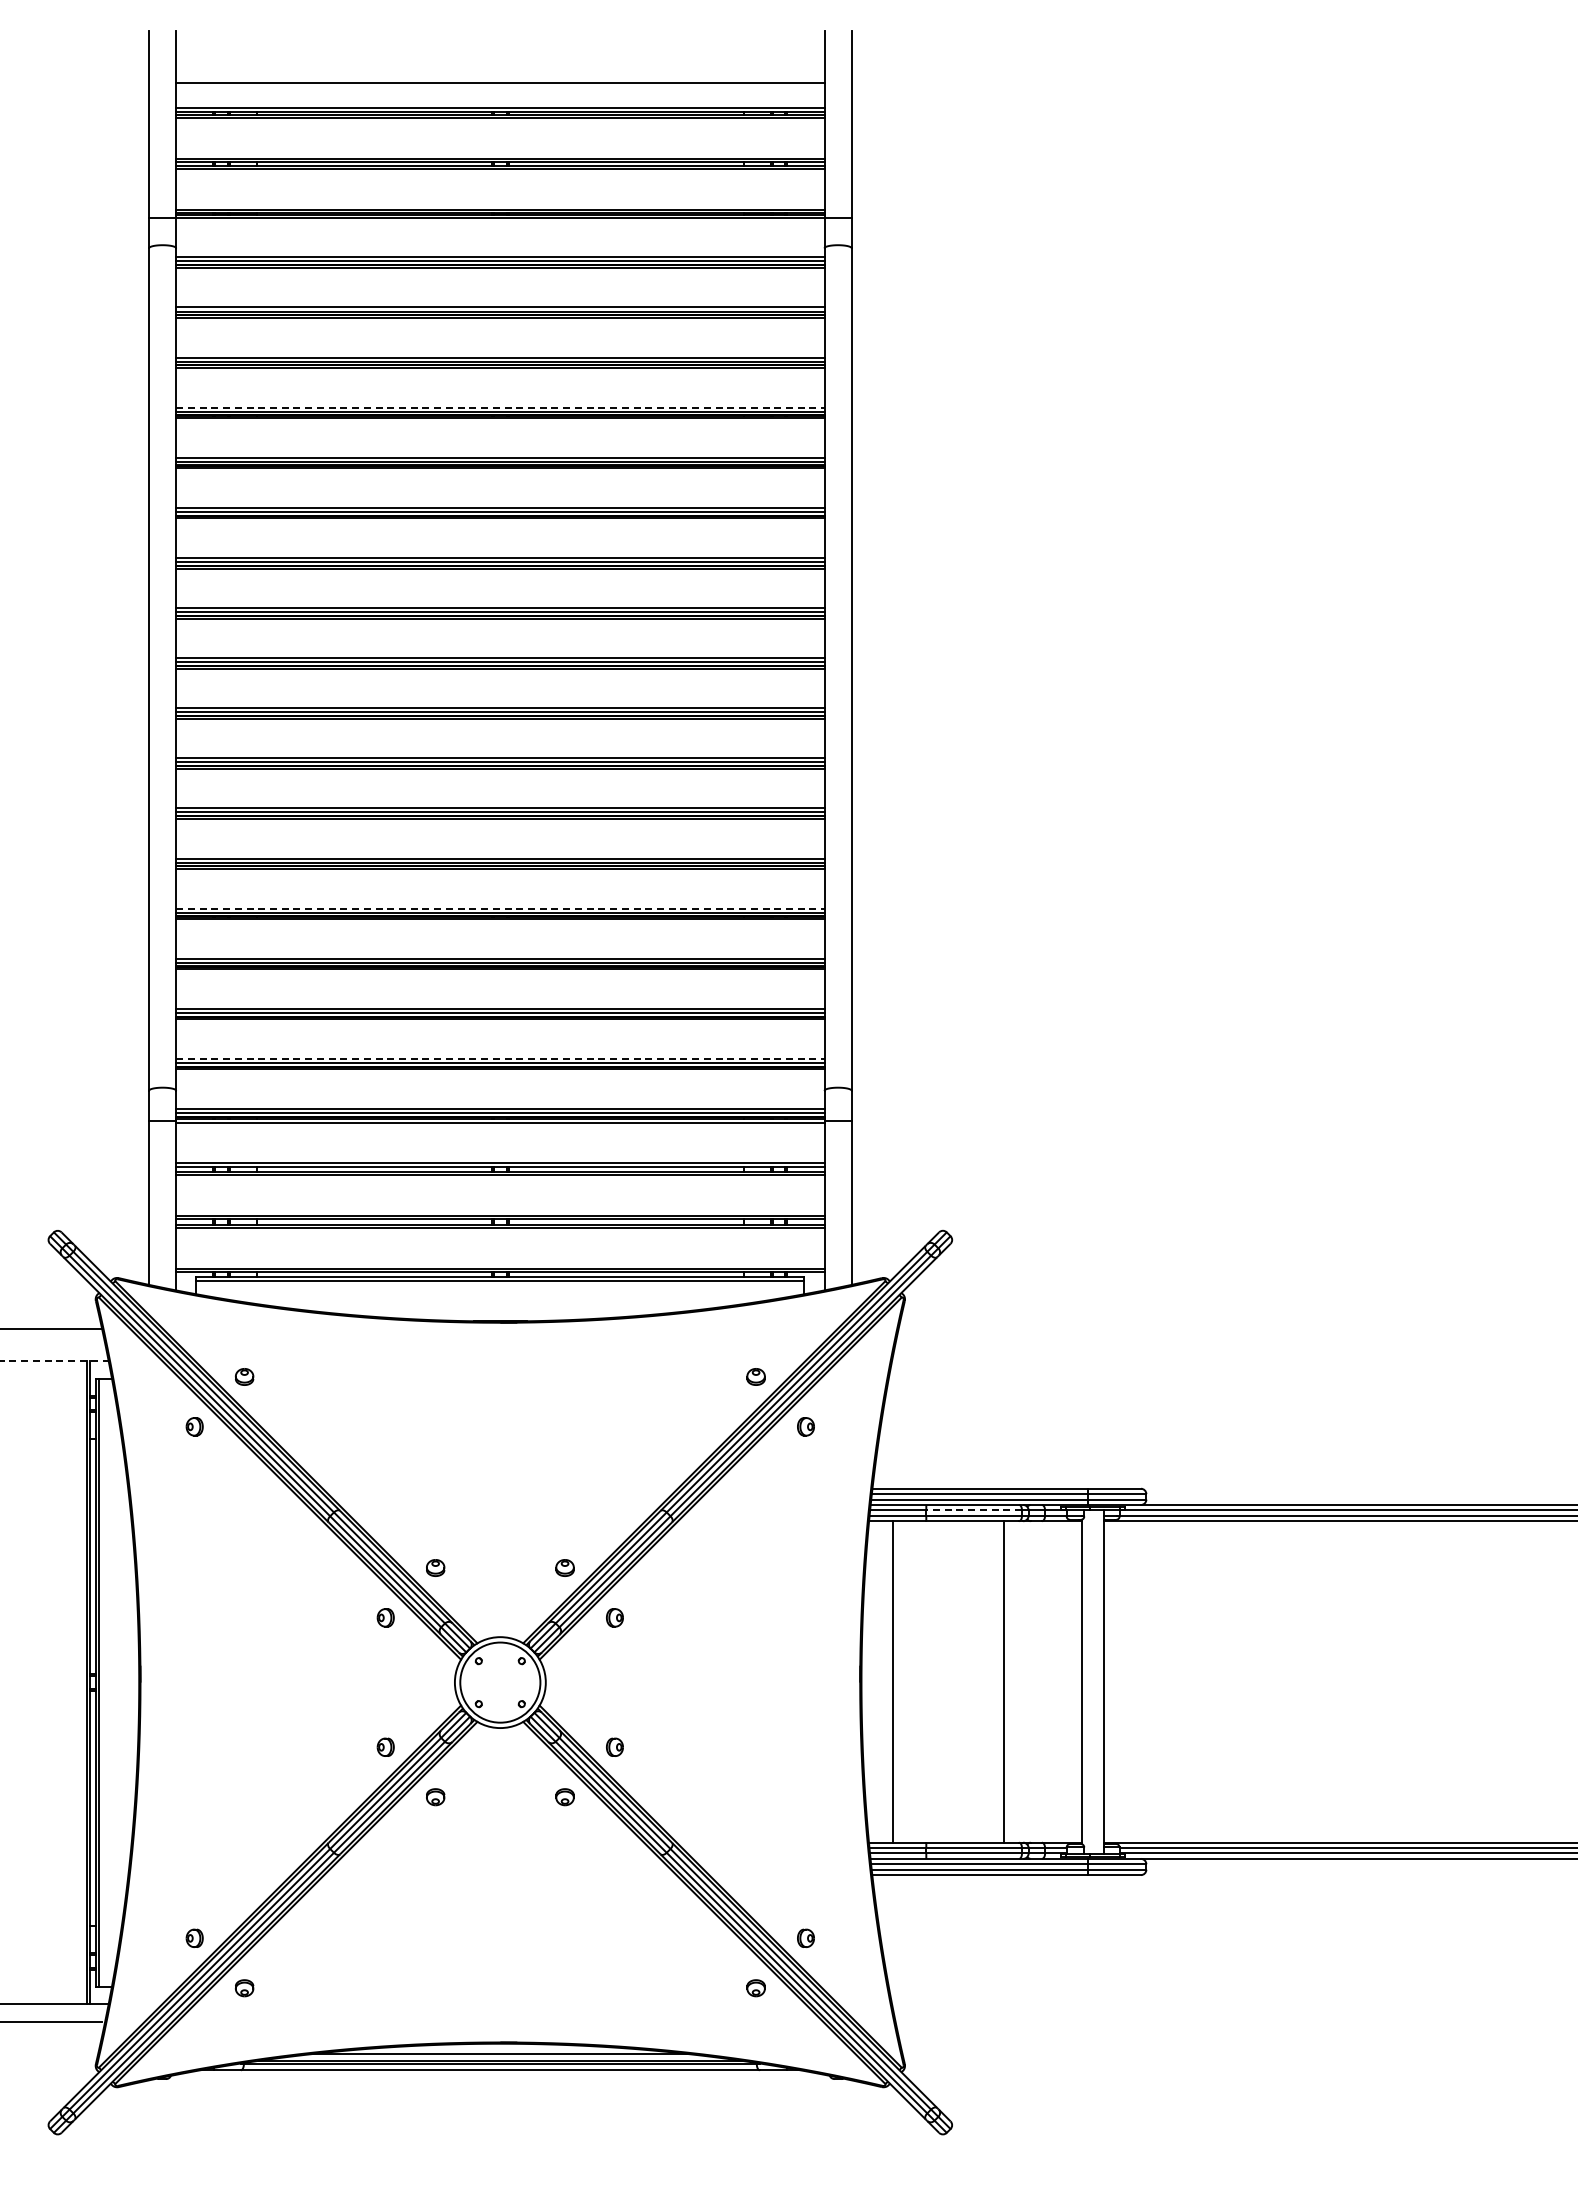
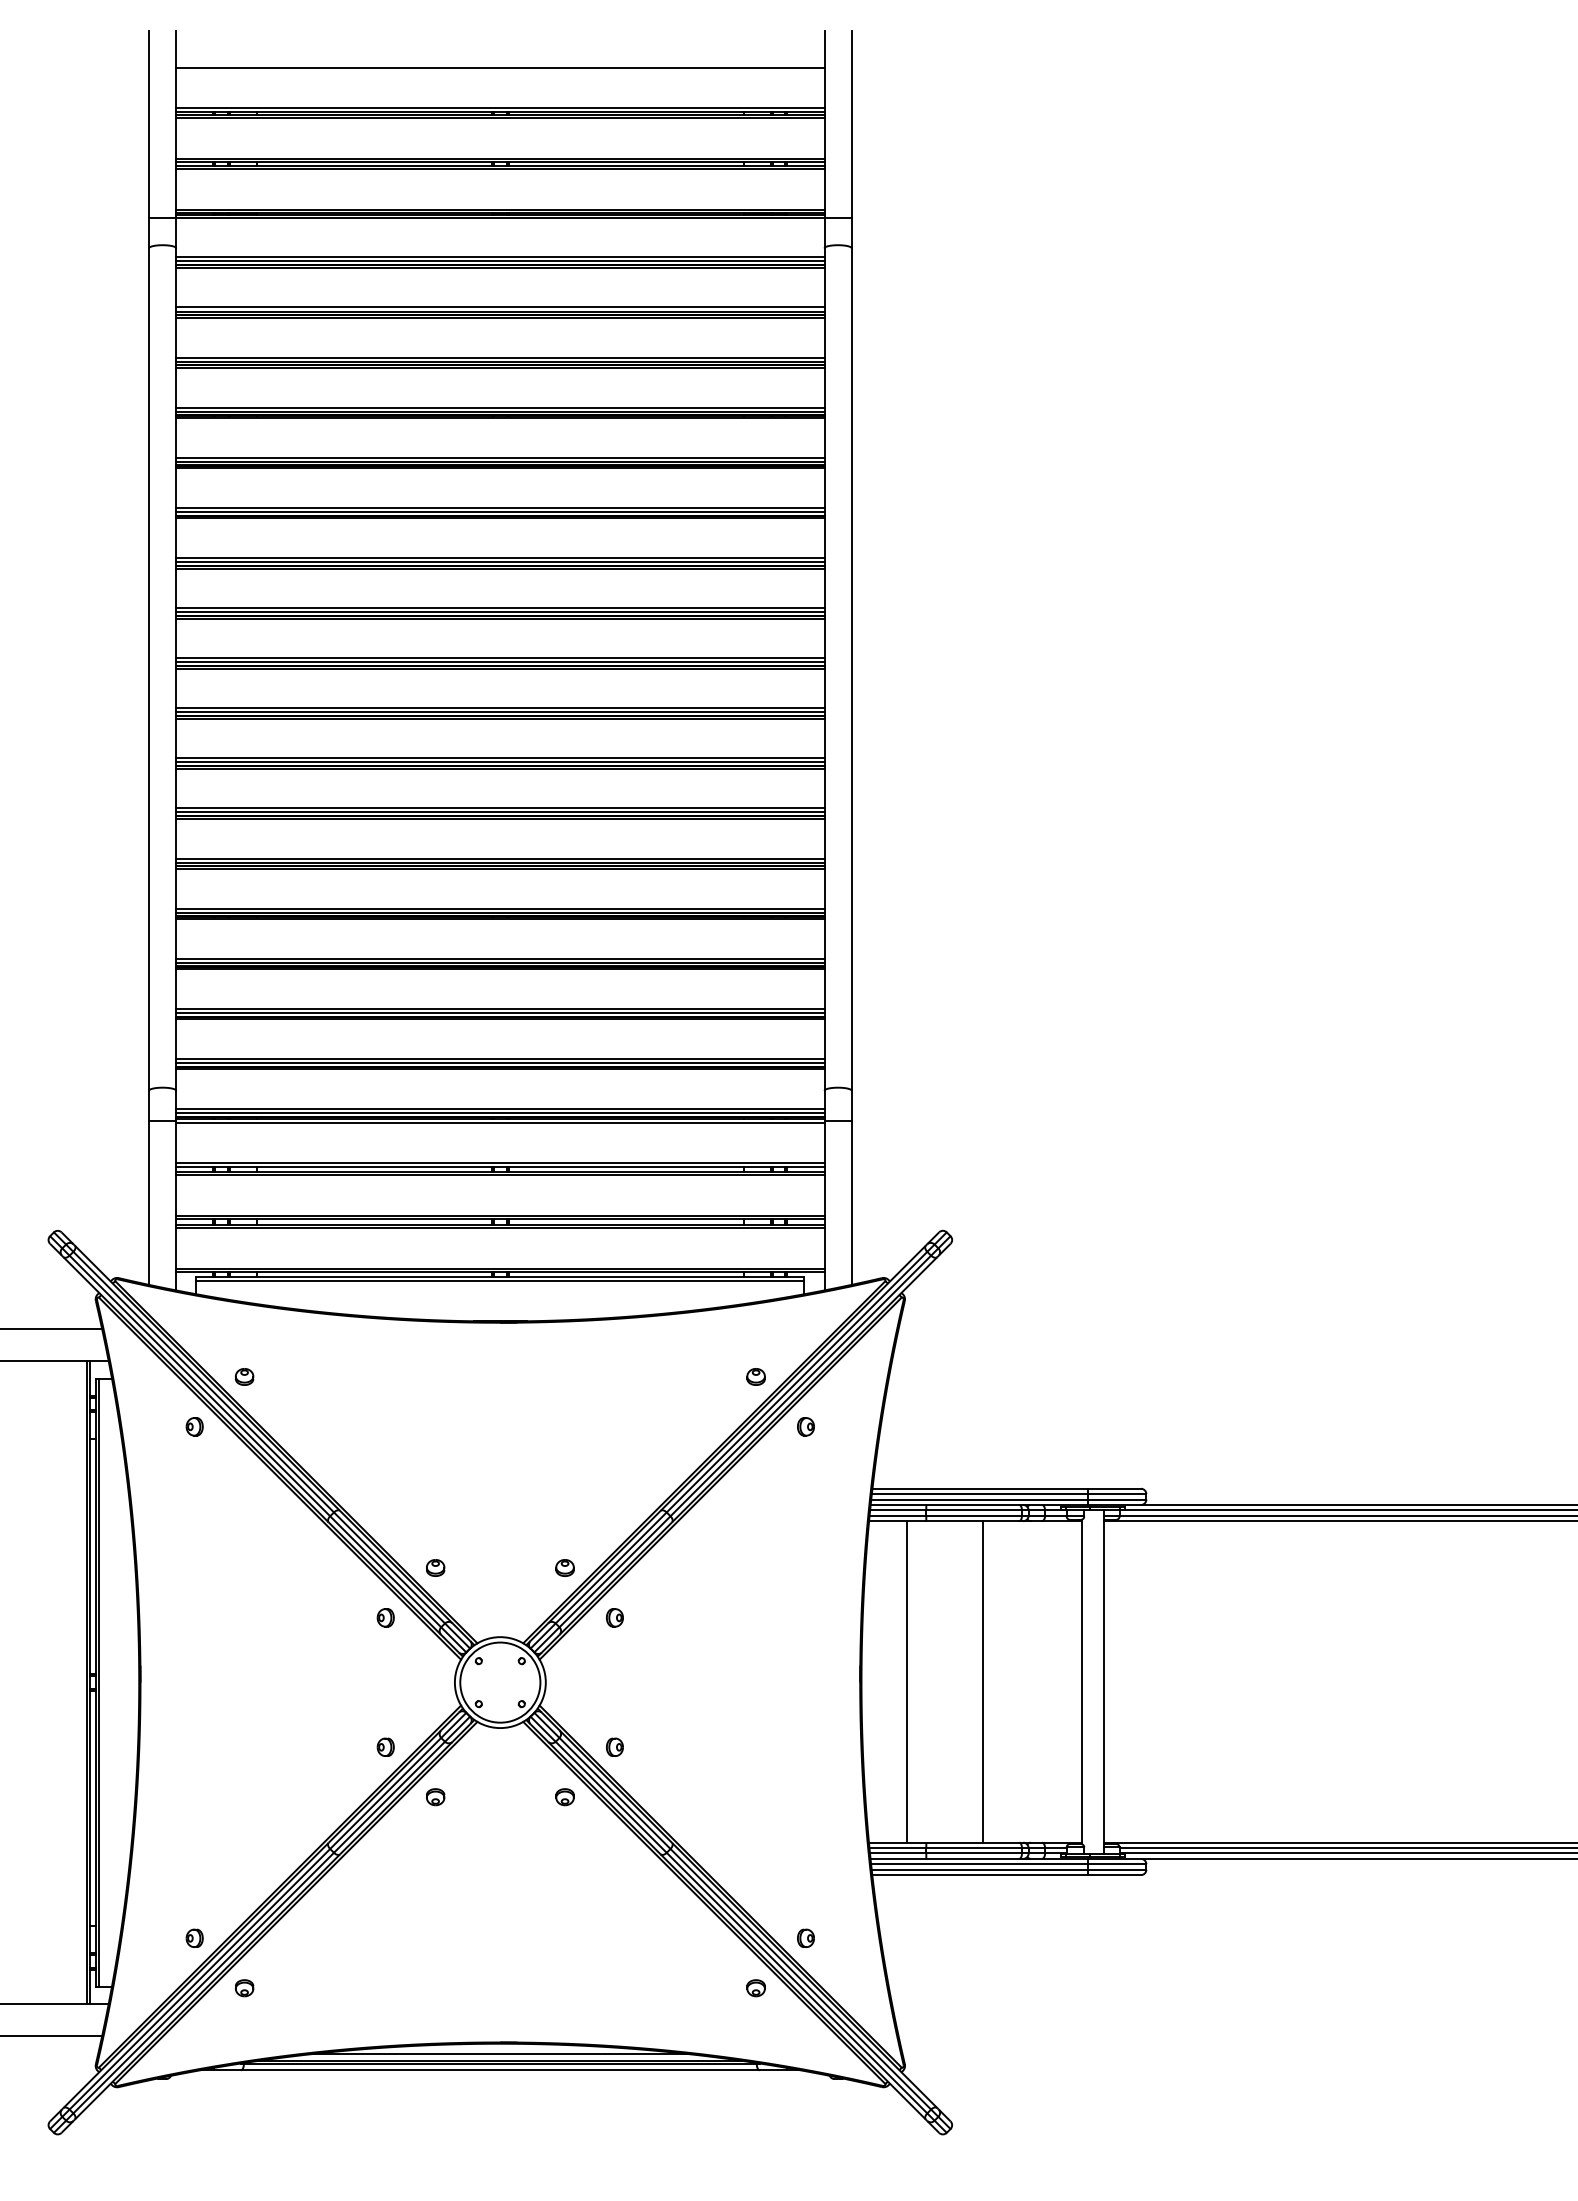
line at (500, 82) position: (500, 82) -> (500, 67)
line at (500, 407): dashed -> solid
line at (500, 908): dashed -> solid
line at (500, 1058): dashed -> solid
line at (54, 1360): dashed -> solid
line at (974, 1510): dashed -> solid
line at (892, 1681) position: (892, 1681) -> (906, 1681)
line at (1004, 1681) position: (1004, 1681) -> (983, 1681)
line at (52, 2022) position: (52, 2022) -> (52, 2036)
